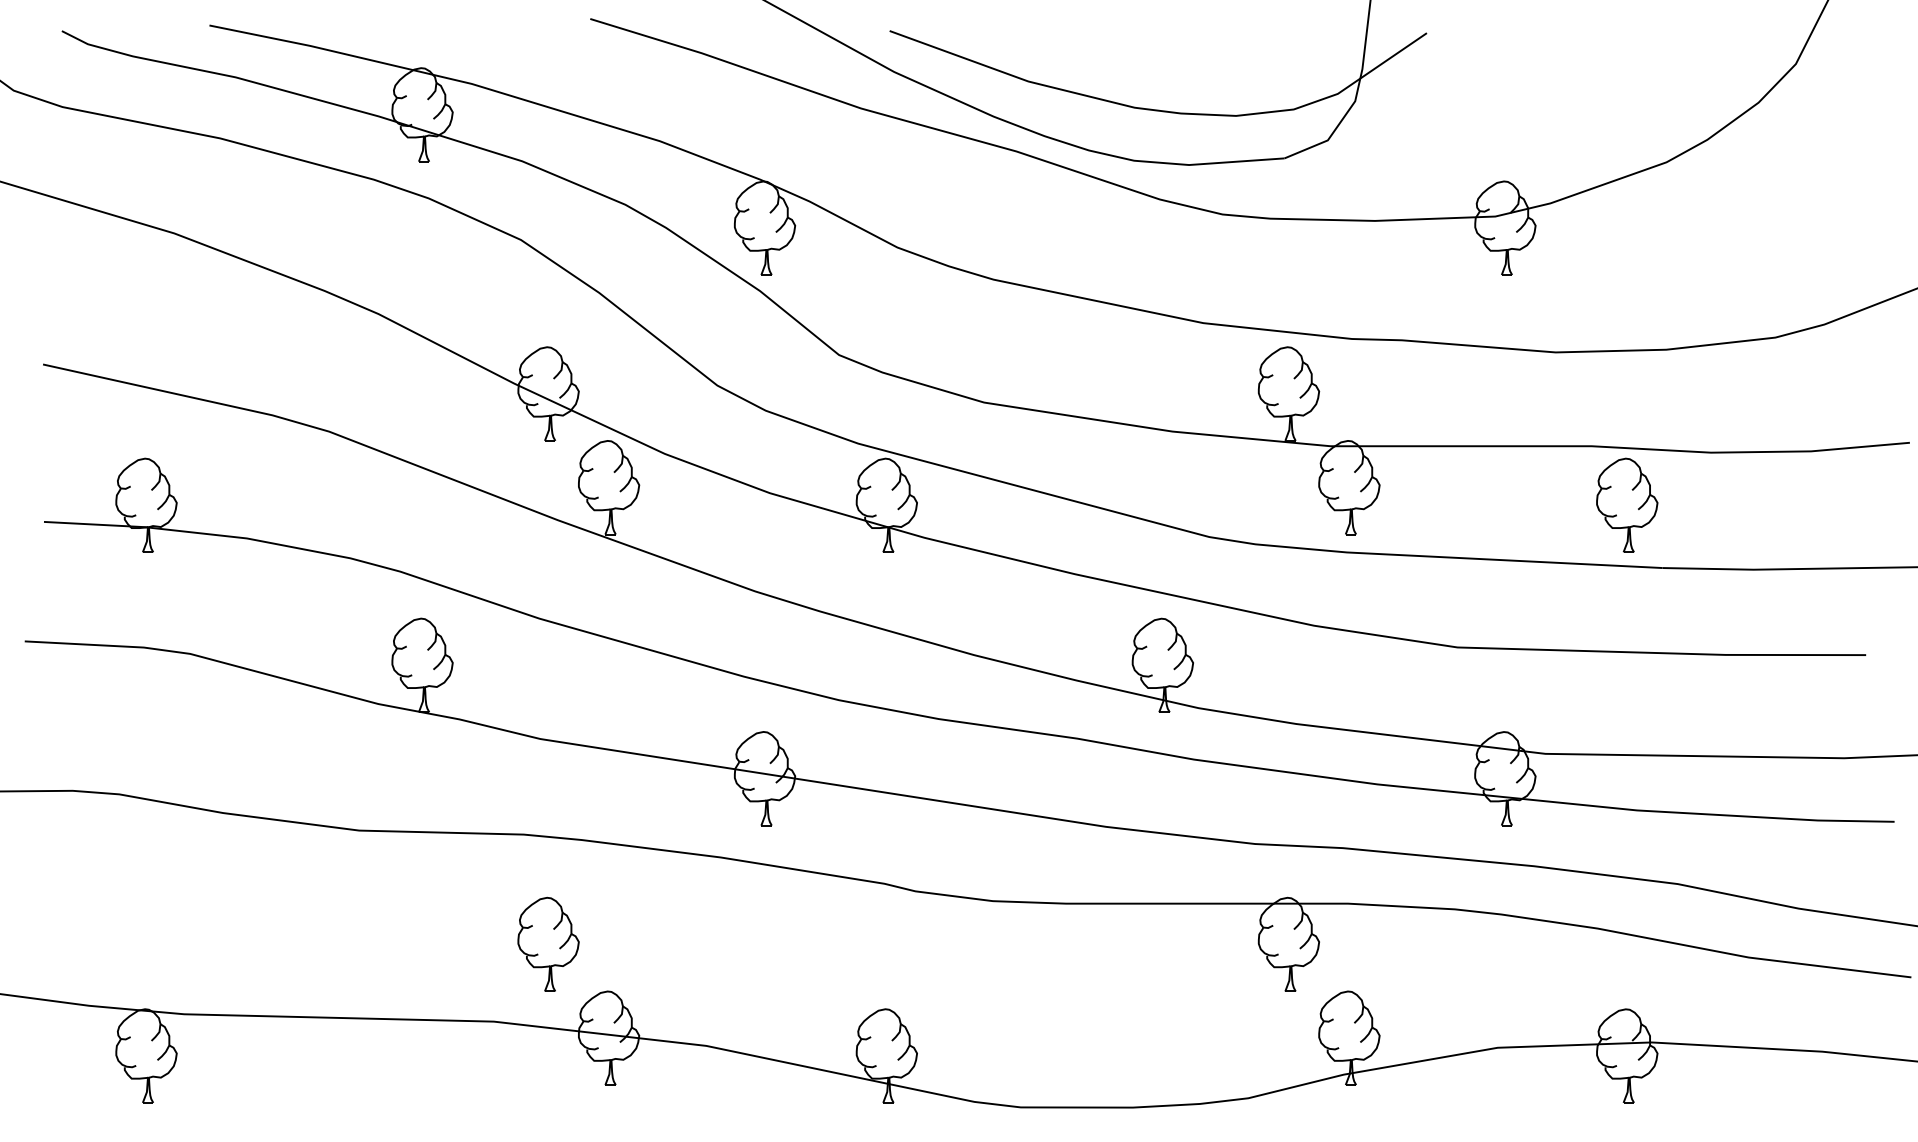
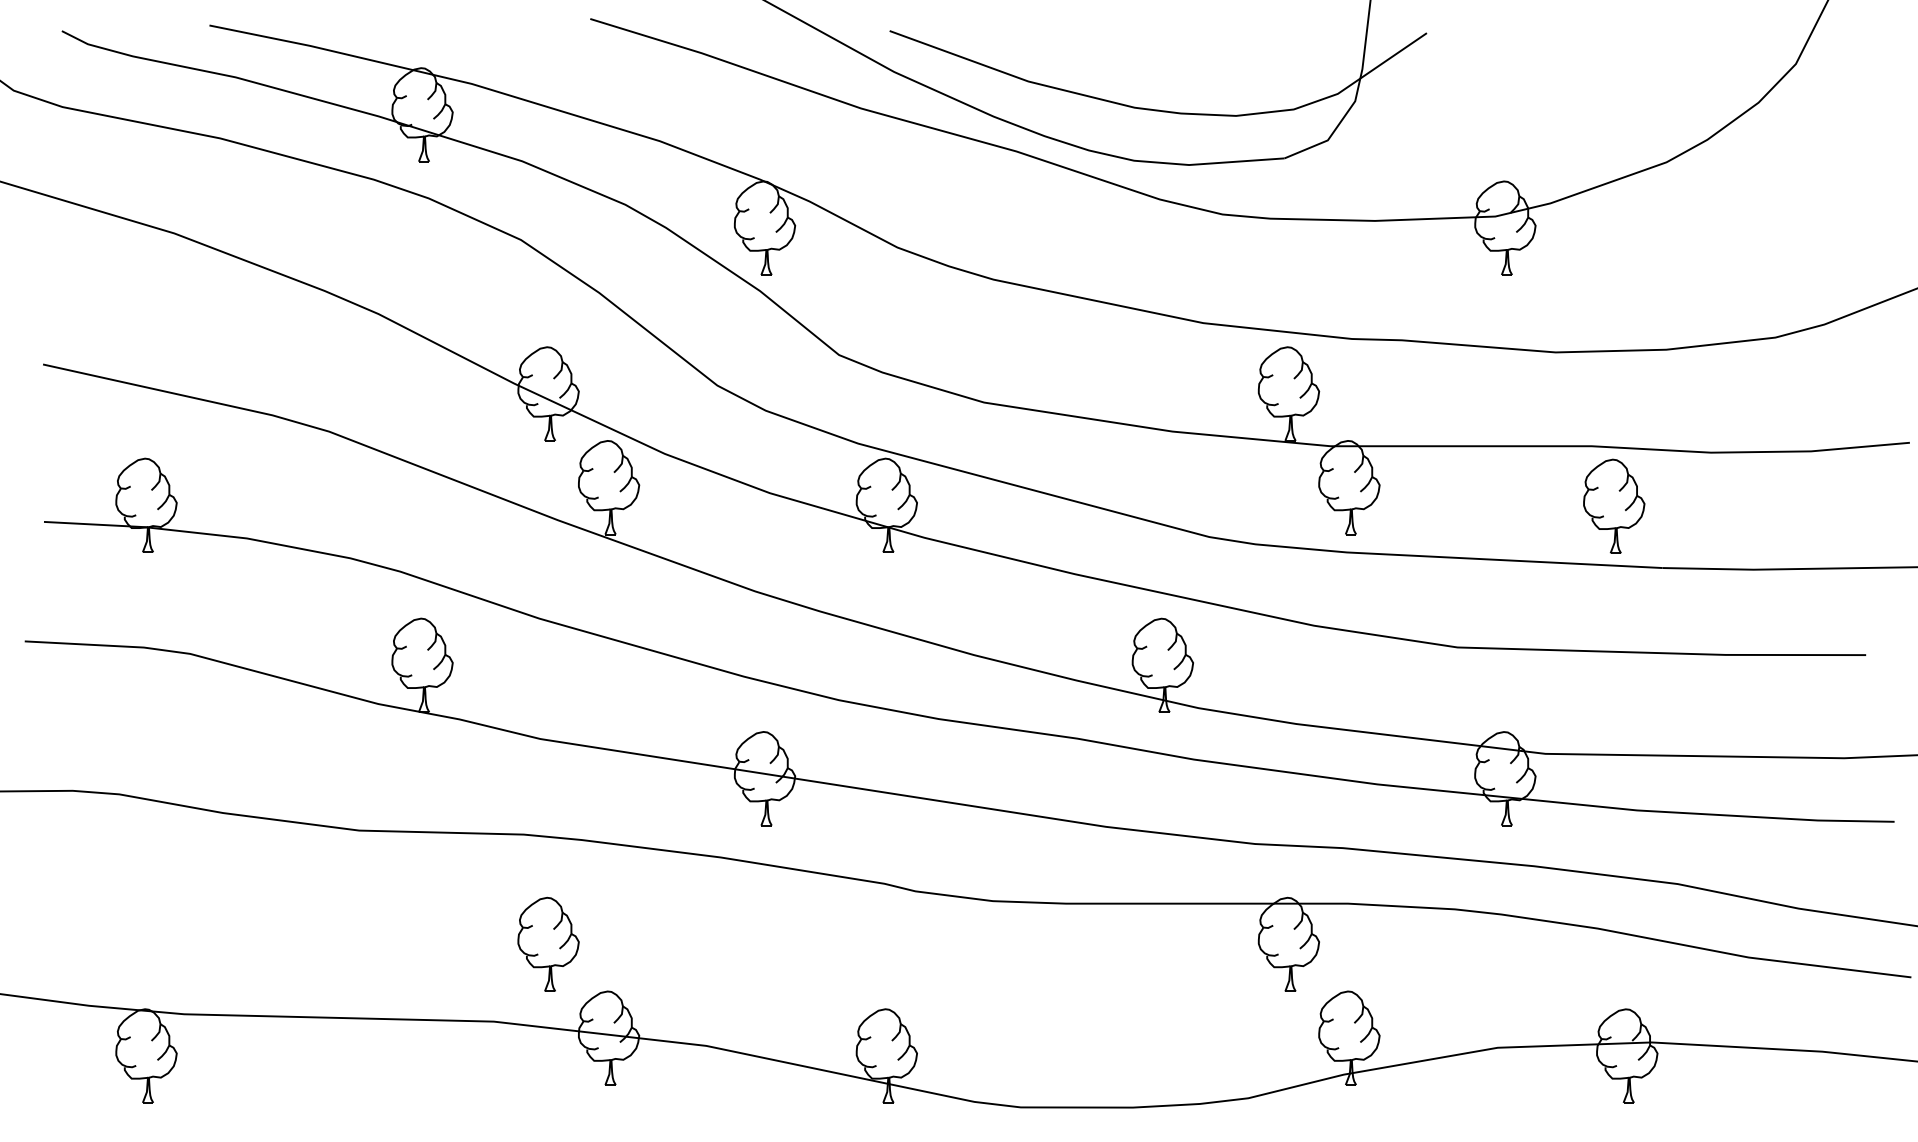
part at (1627, 504) position: (1627, 504) -> (1614, 505)
